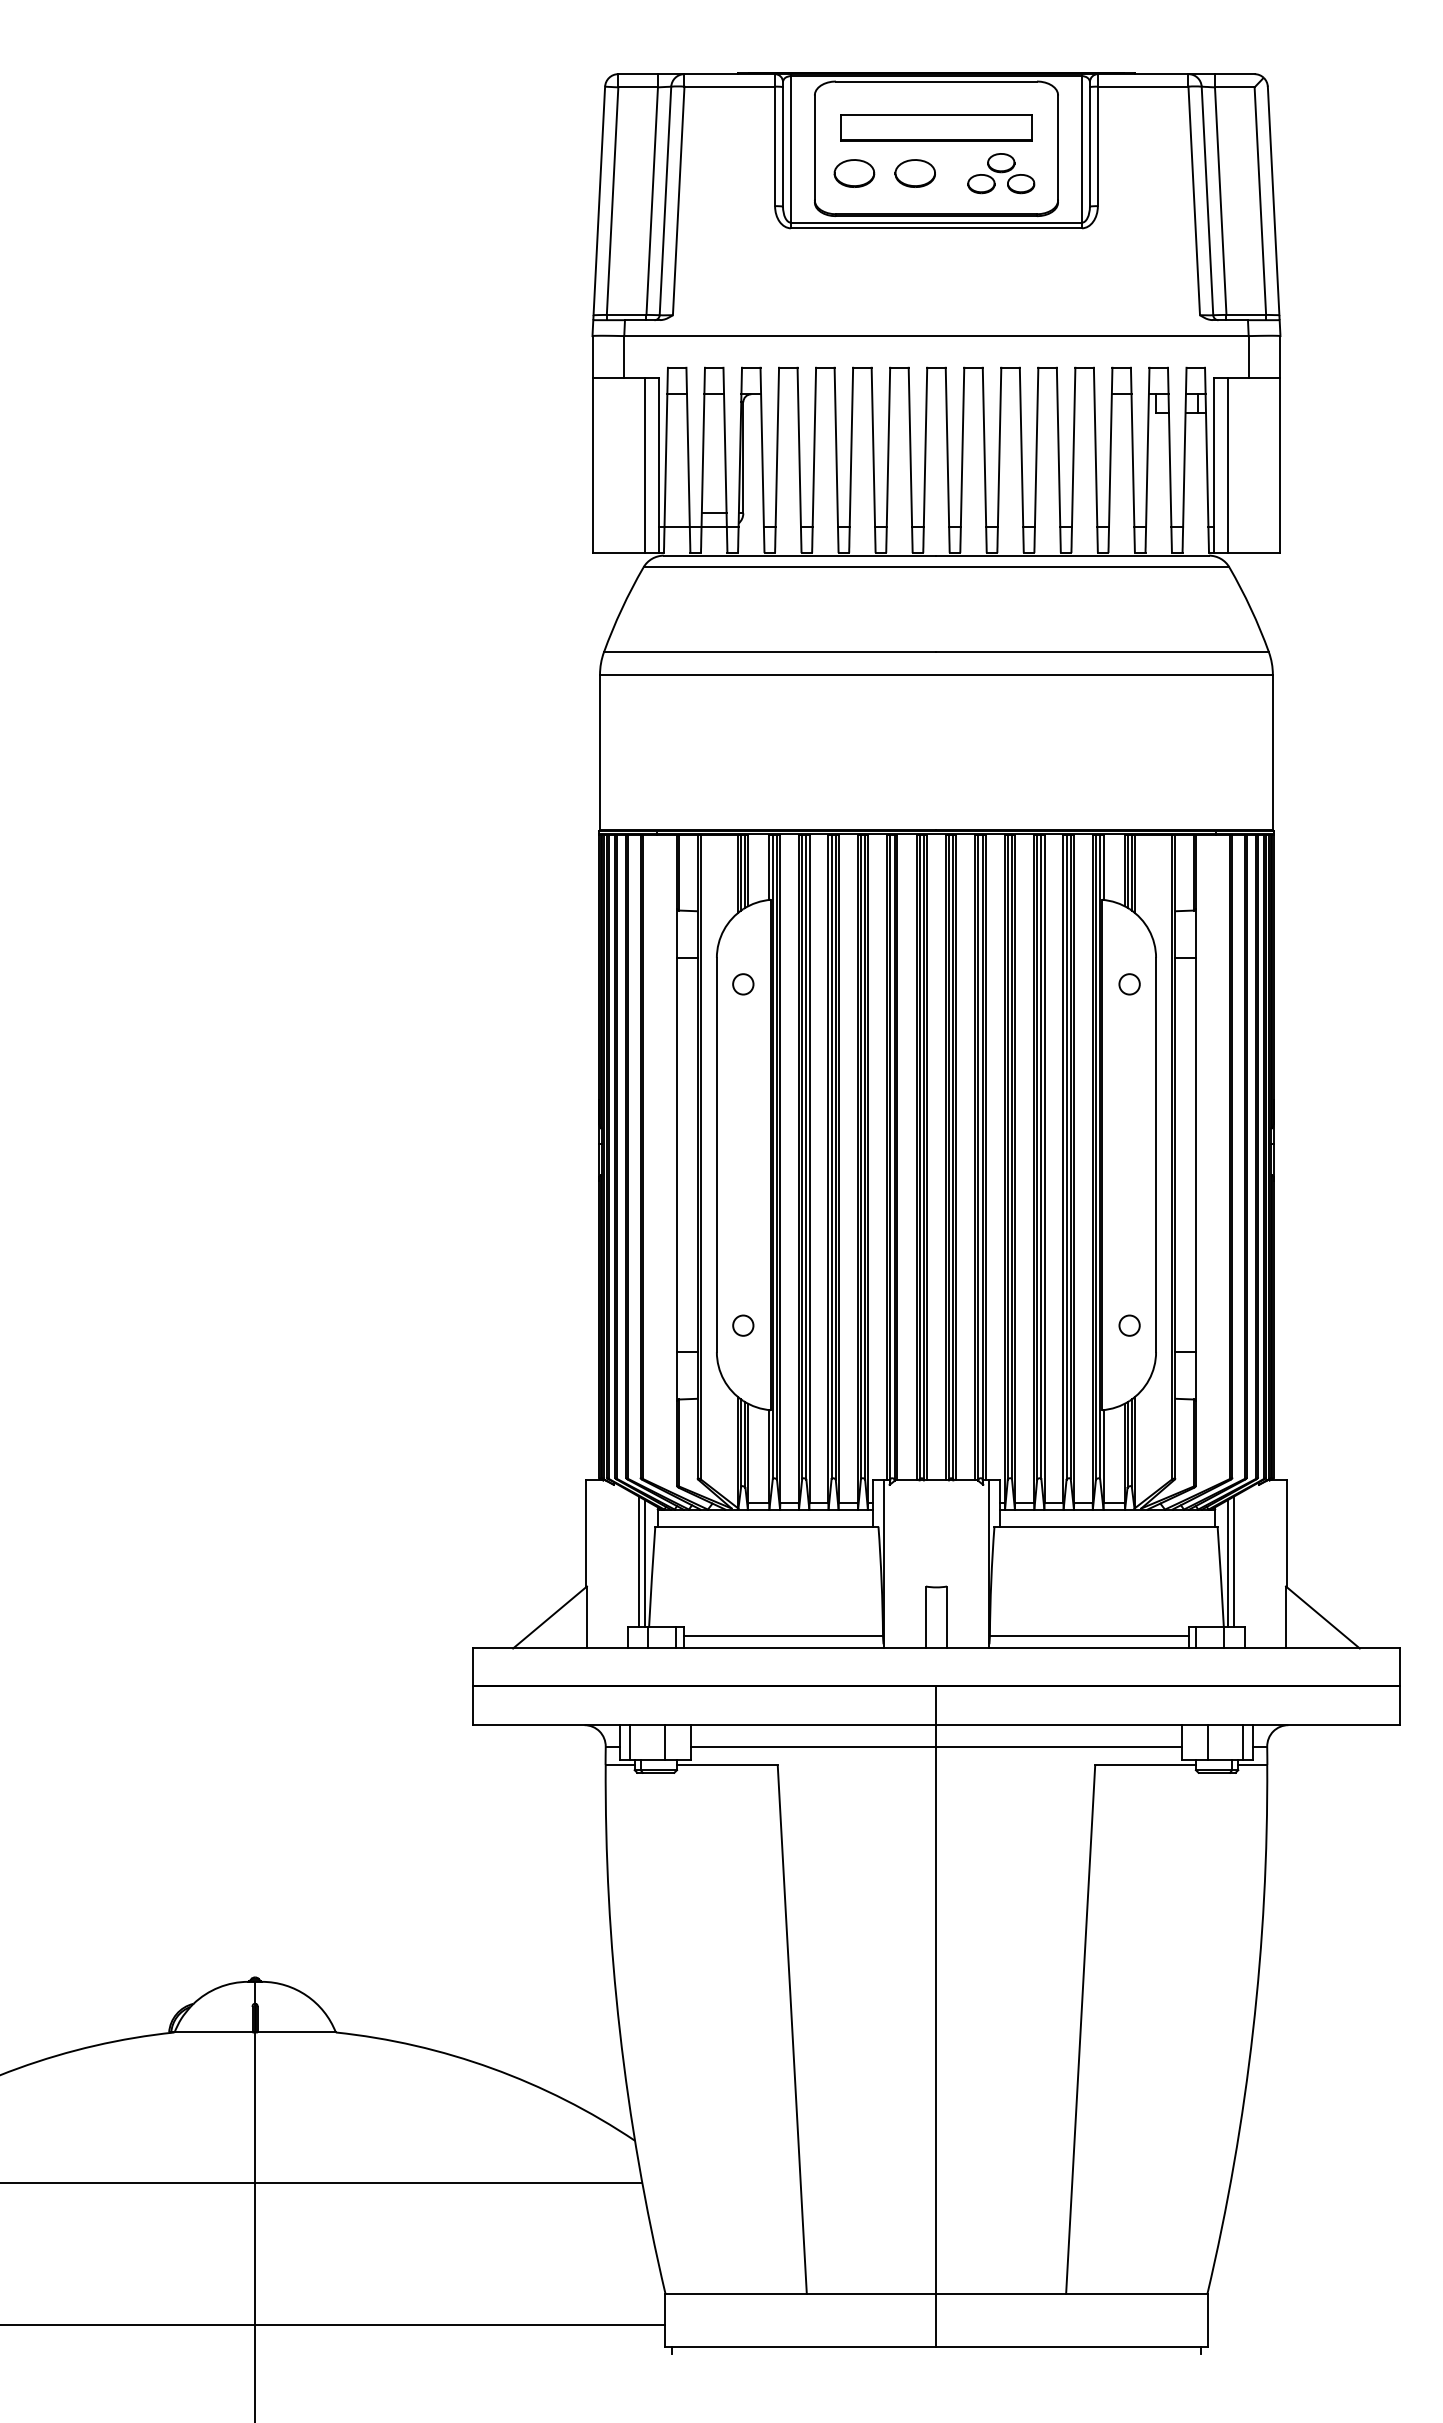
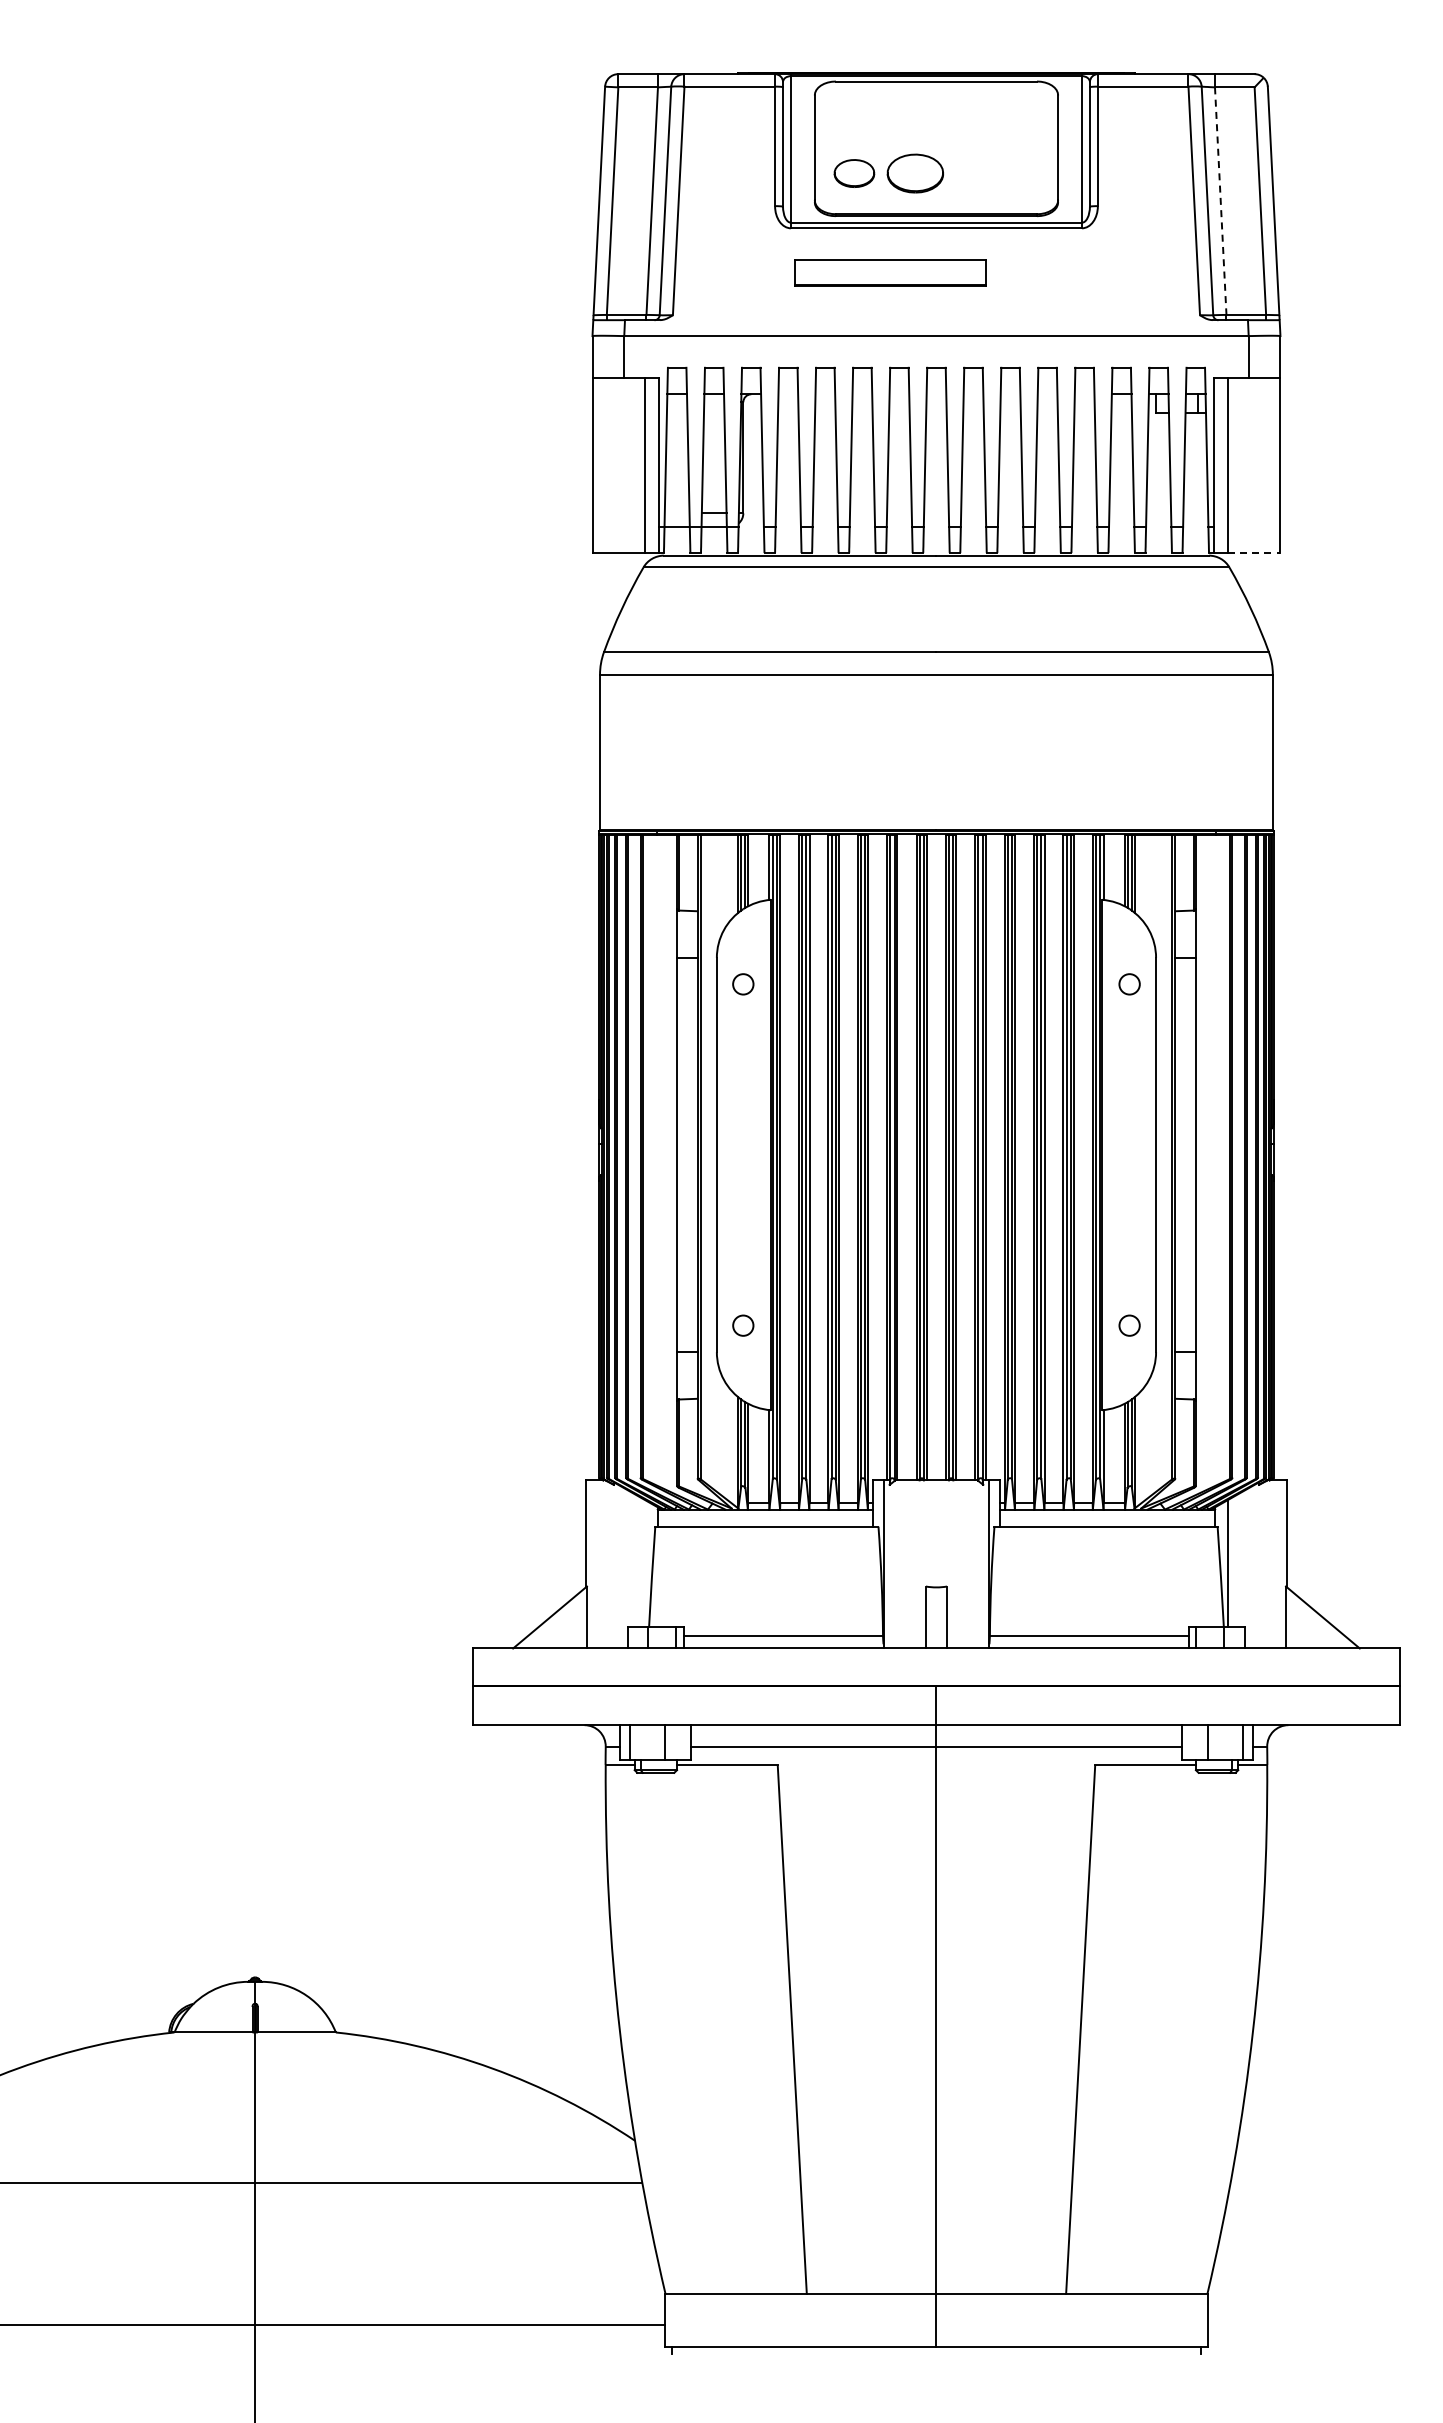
part at (936, 127) position: (936, 127) -> (890, 272)
part at (914, 173) size: 42x29 px -> 58x41 px
part at (1001, 173): present -> none
line at (1220, 201): solid -> dashed
line at (1254, 553): solid -> dashed
line at (638, 1561): present -> none
line at (1234, 1561): present -> none
line at (644, 1563): present -> none
